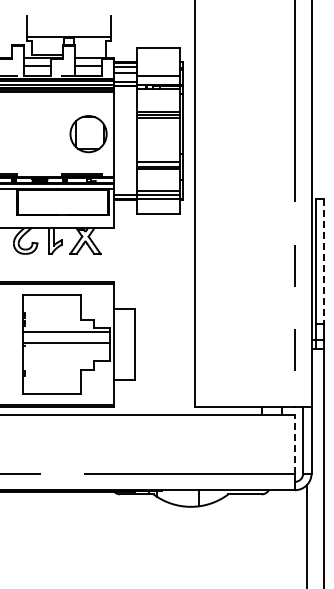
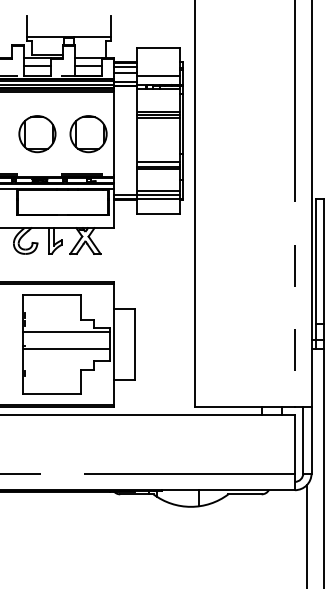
part at (37, 134): none -> present
line at (324, 261): dashed -> solid
line at (66, 342) position: (66, 342) -> (66, 348)
line at (294, 443): dashed -> solid
